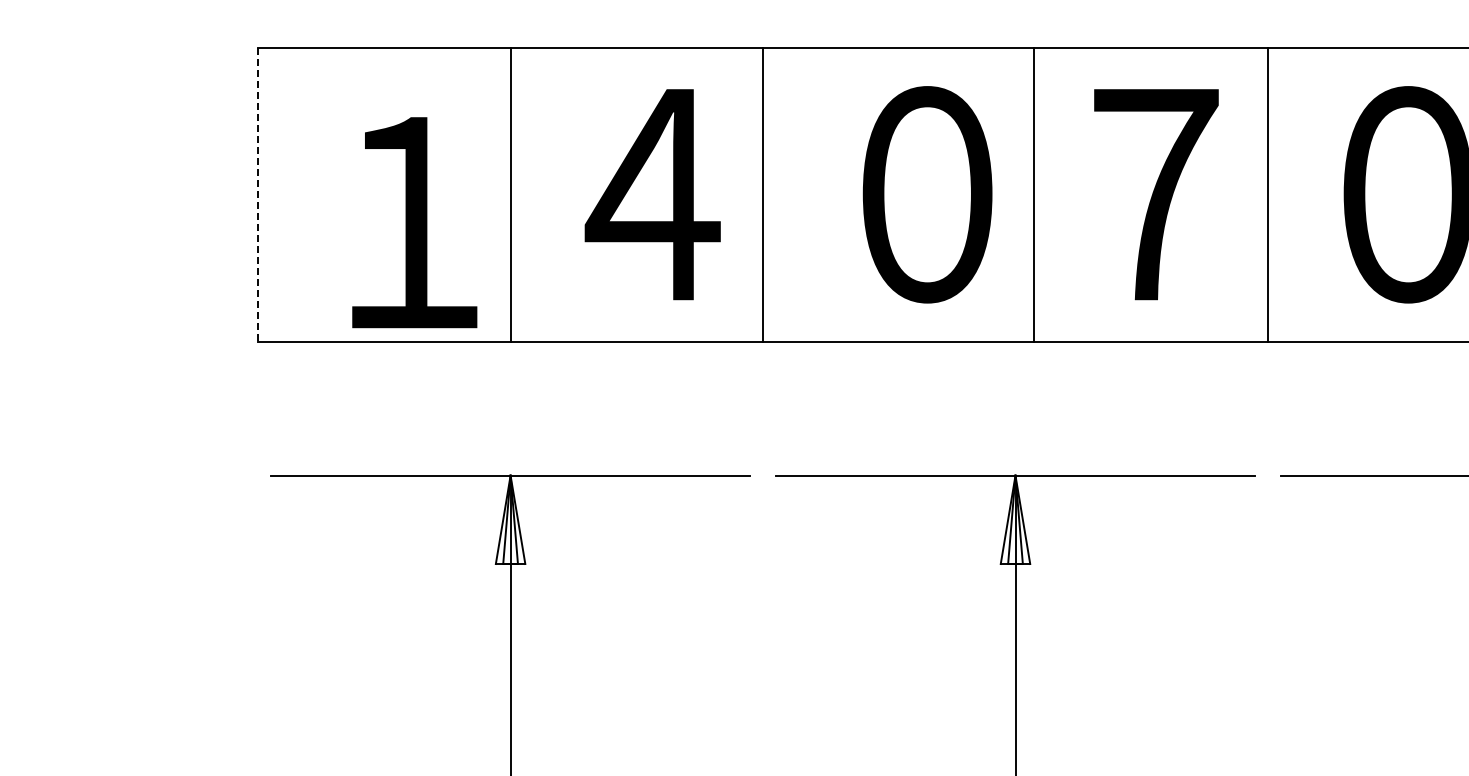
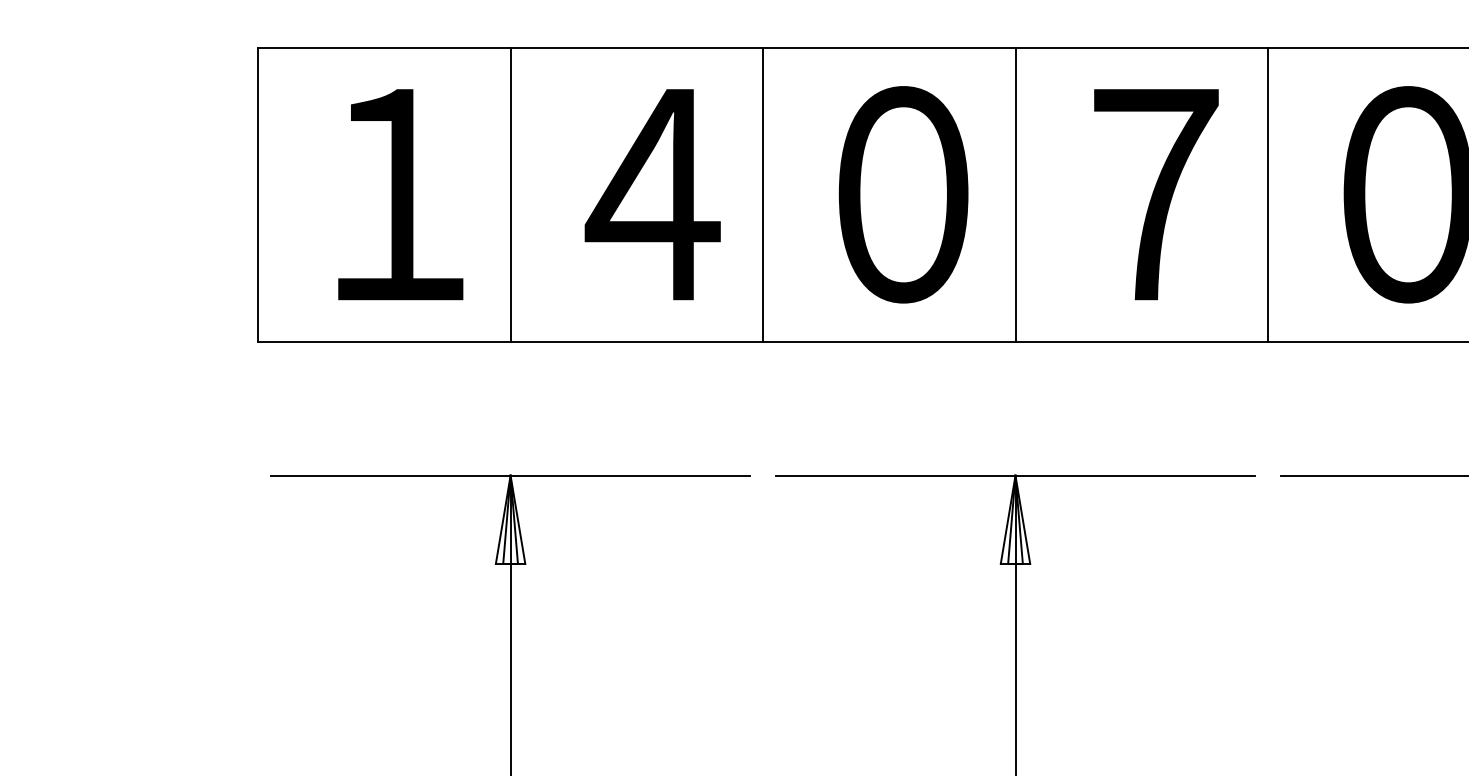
text at (927, 194) position: (927, 194) -> (903, 194)
line at (1033, 194) position: (1033, 194) -> (1015, 194)
line at (258, 195): dashed -> solid
text at (414, 222) position: (414, 222) -> (400, 194)
